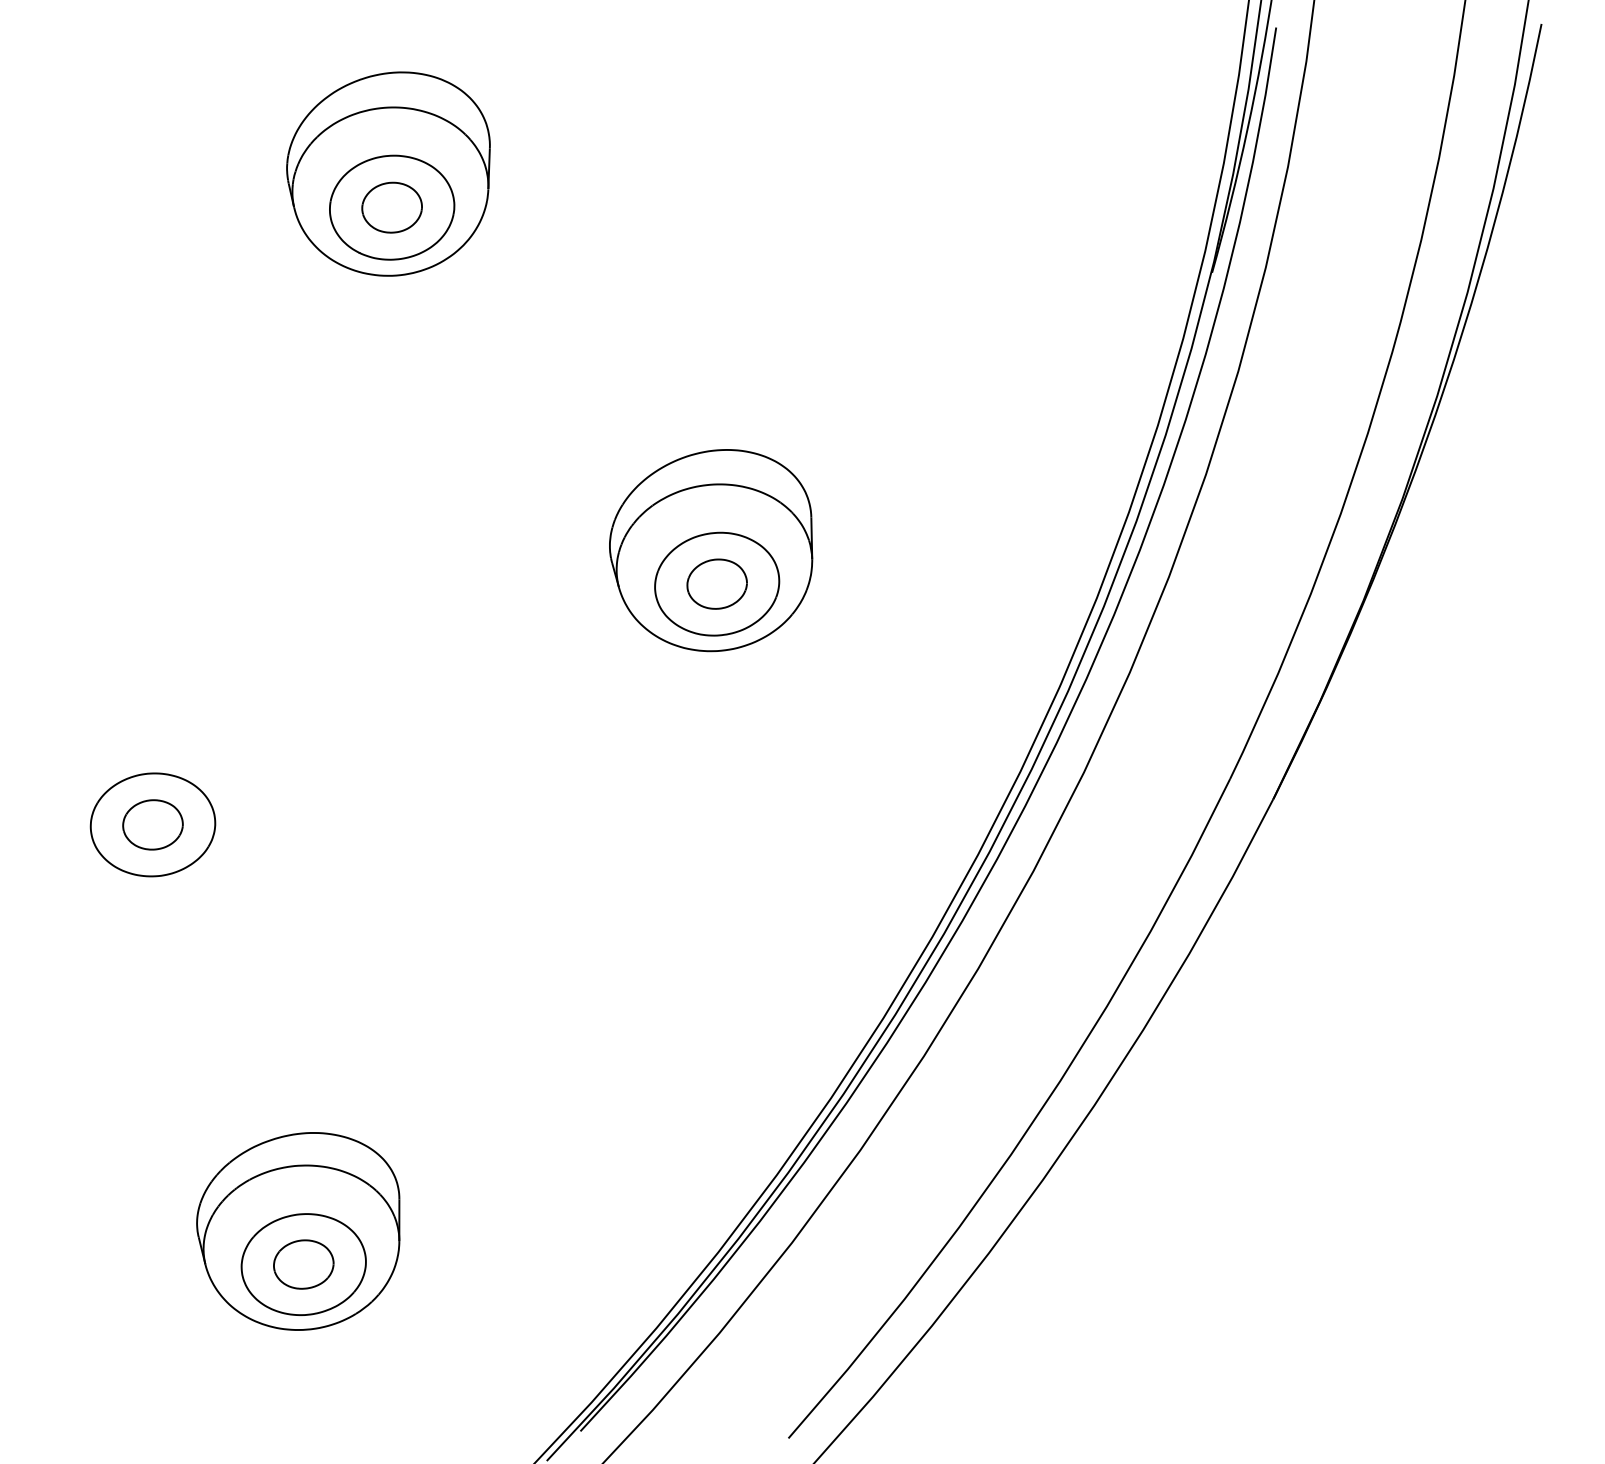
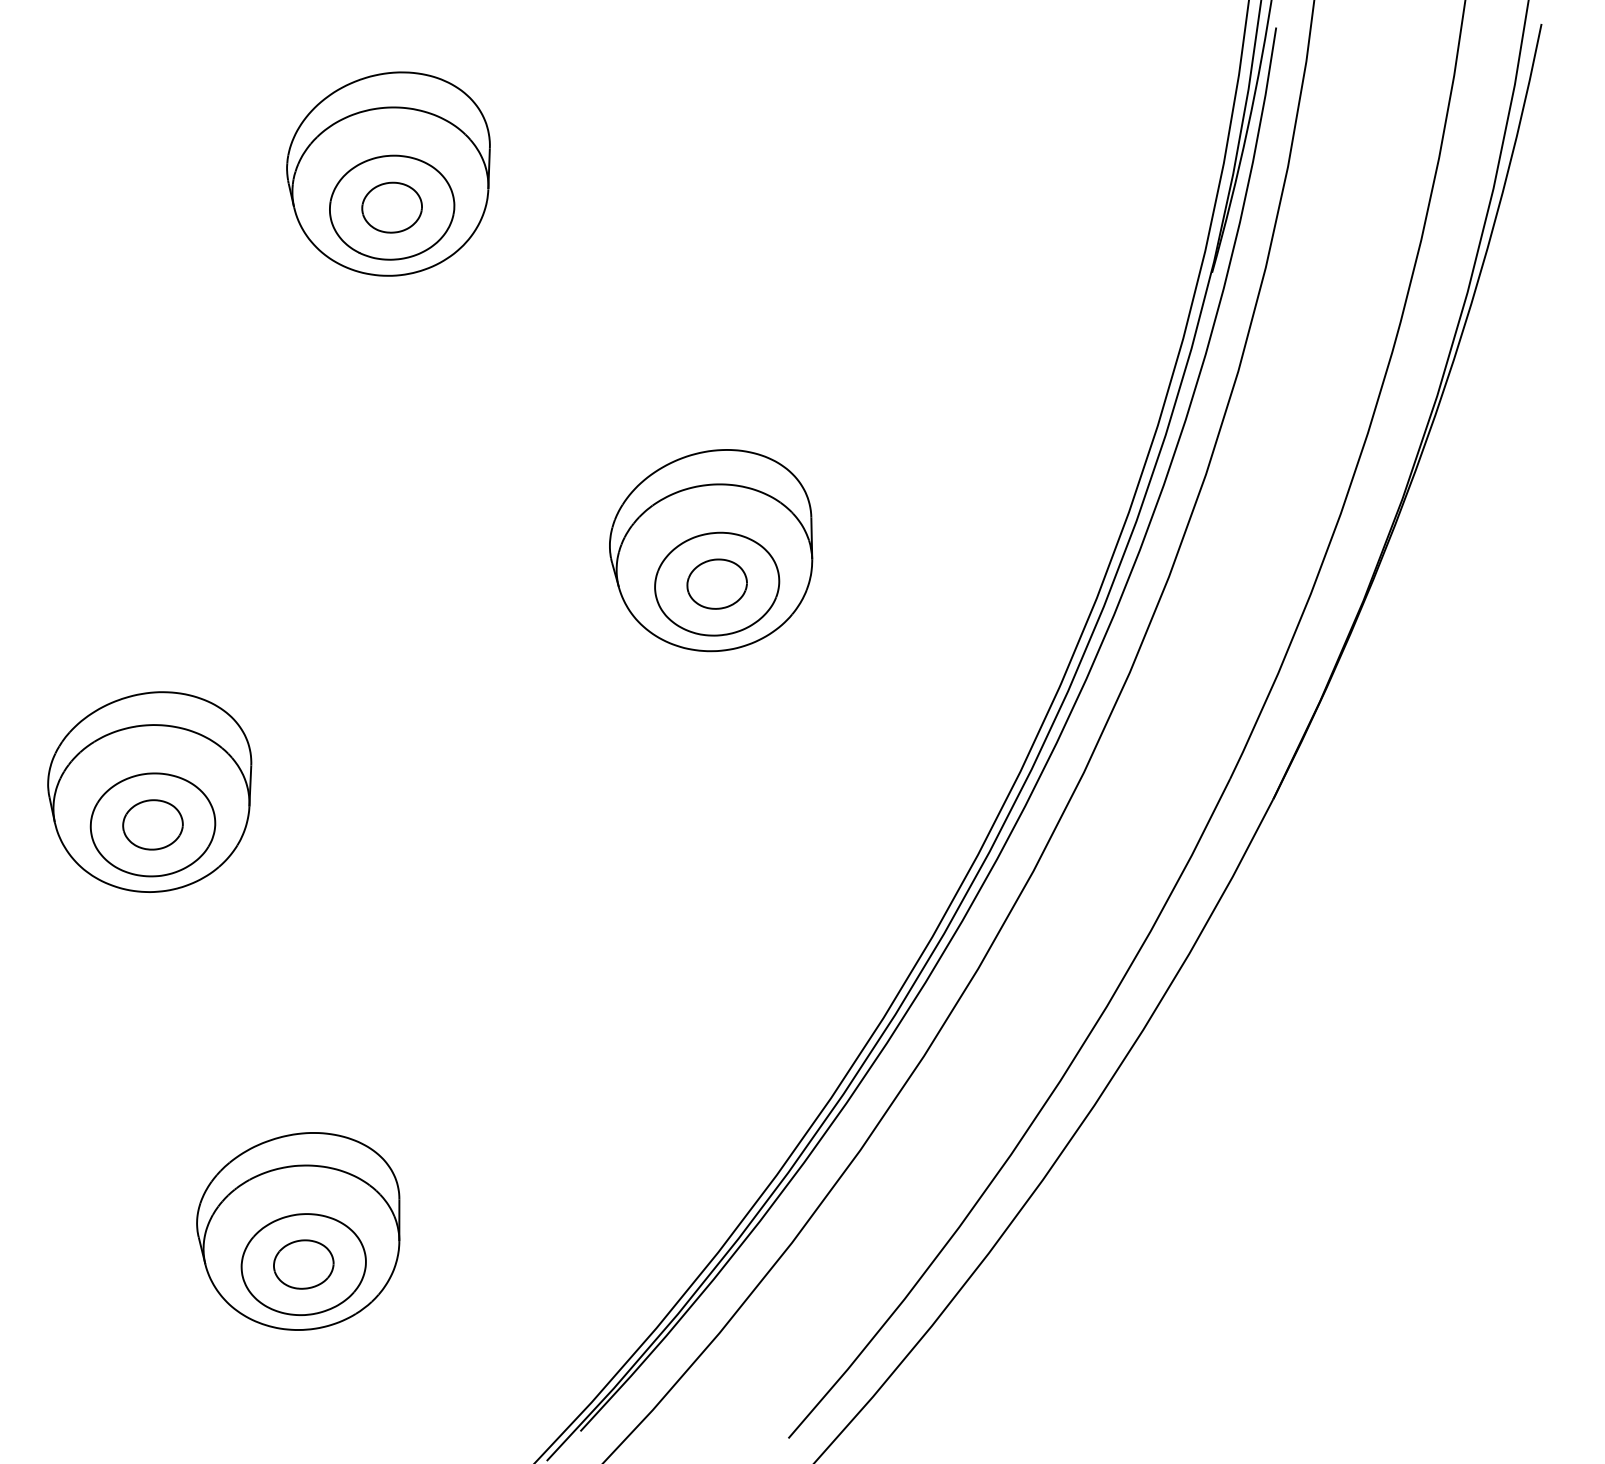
part at (149, 791): none -> present
